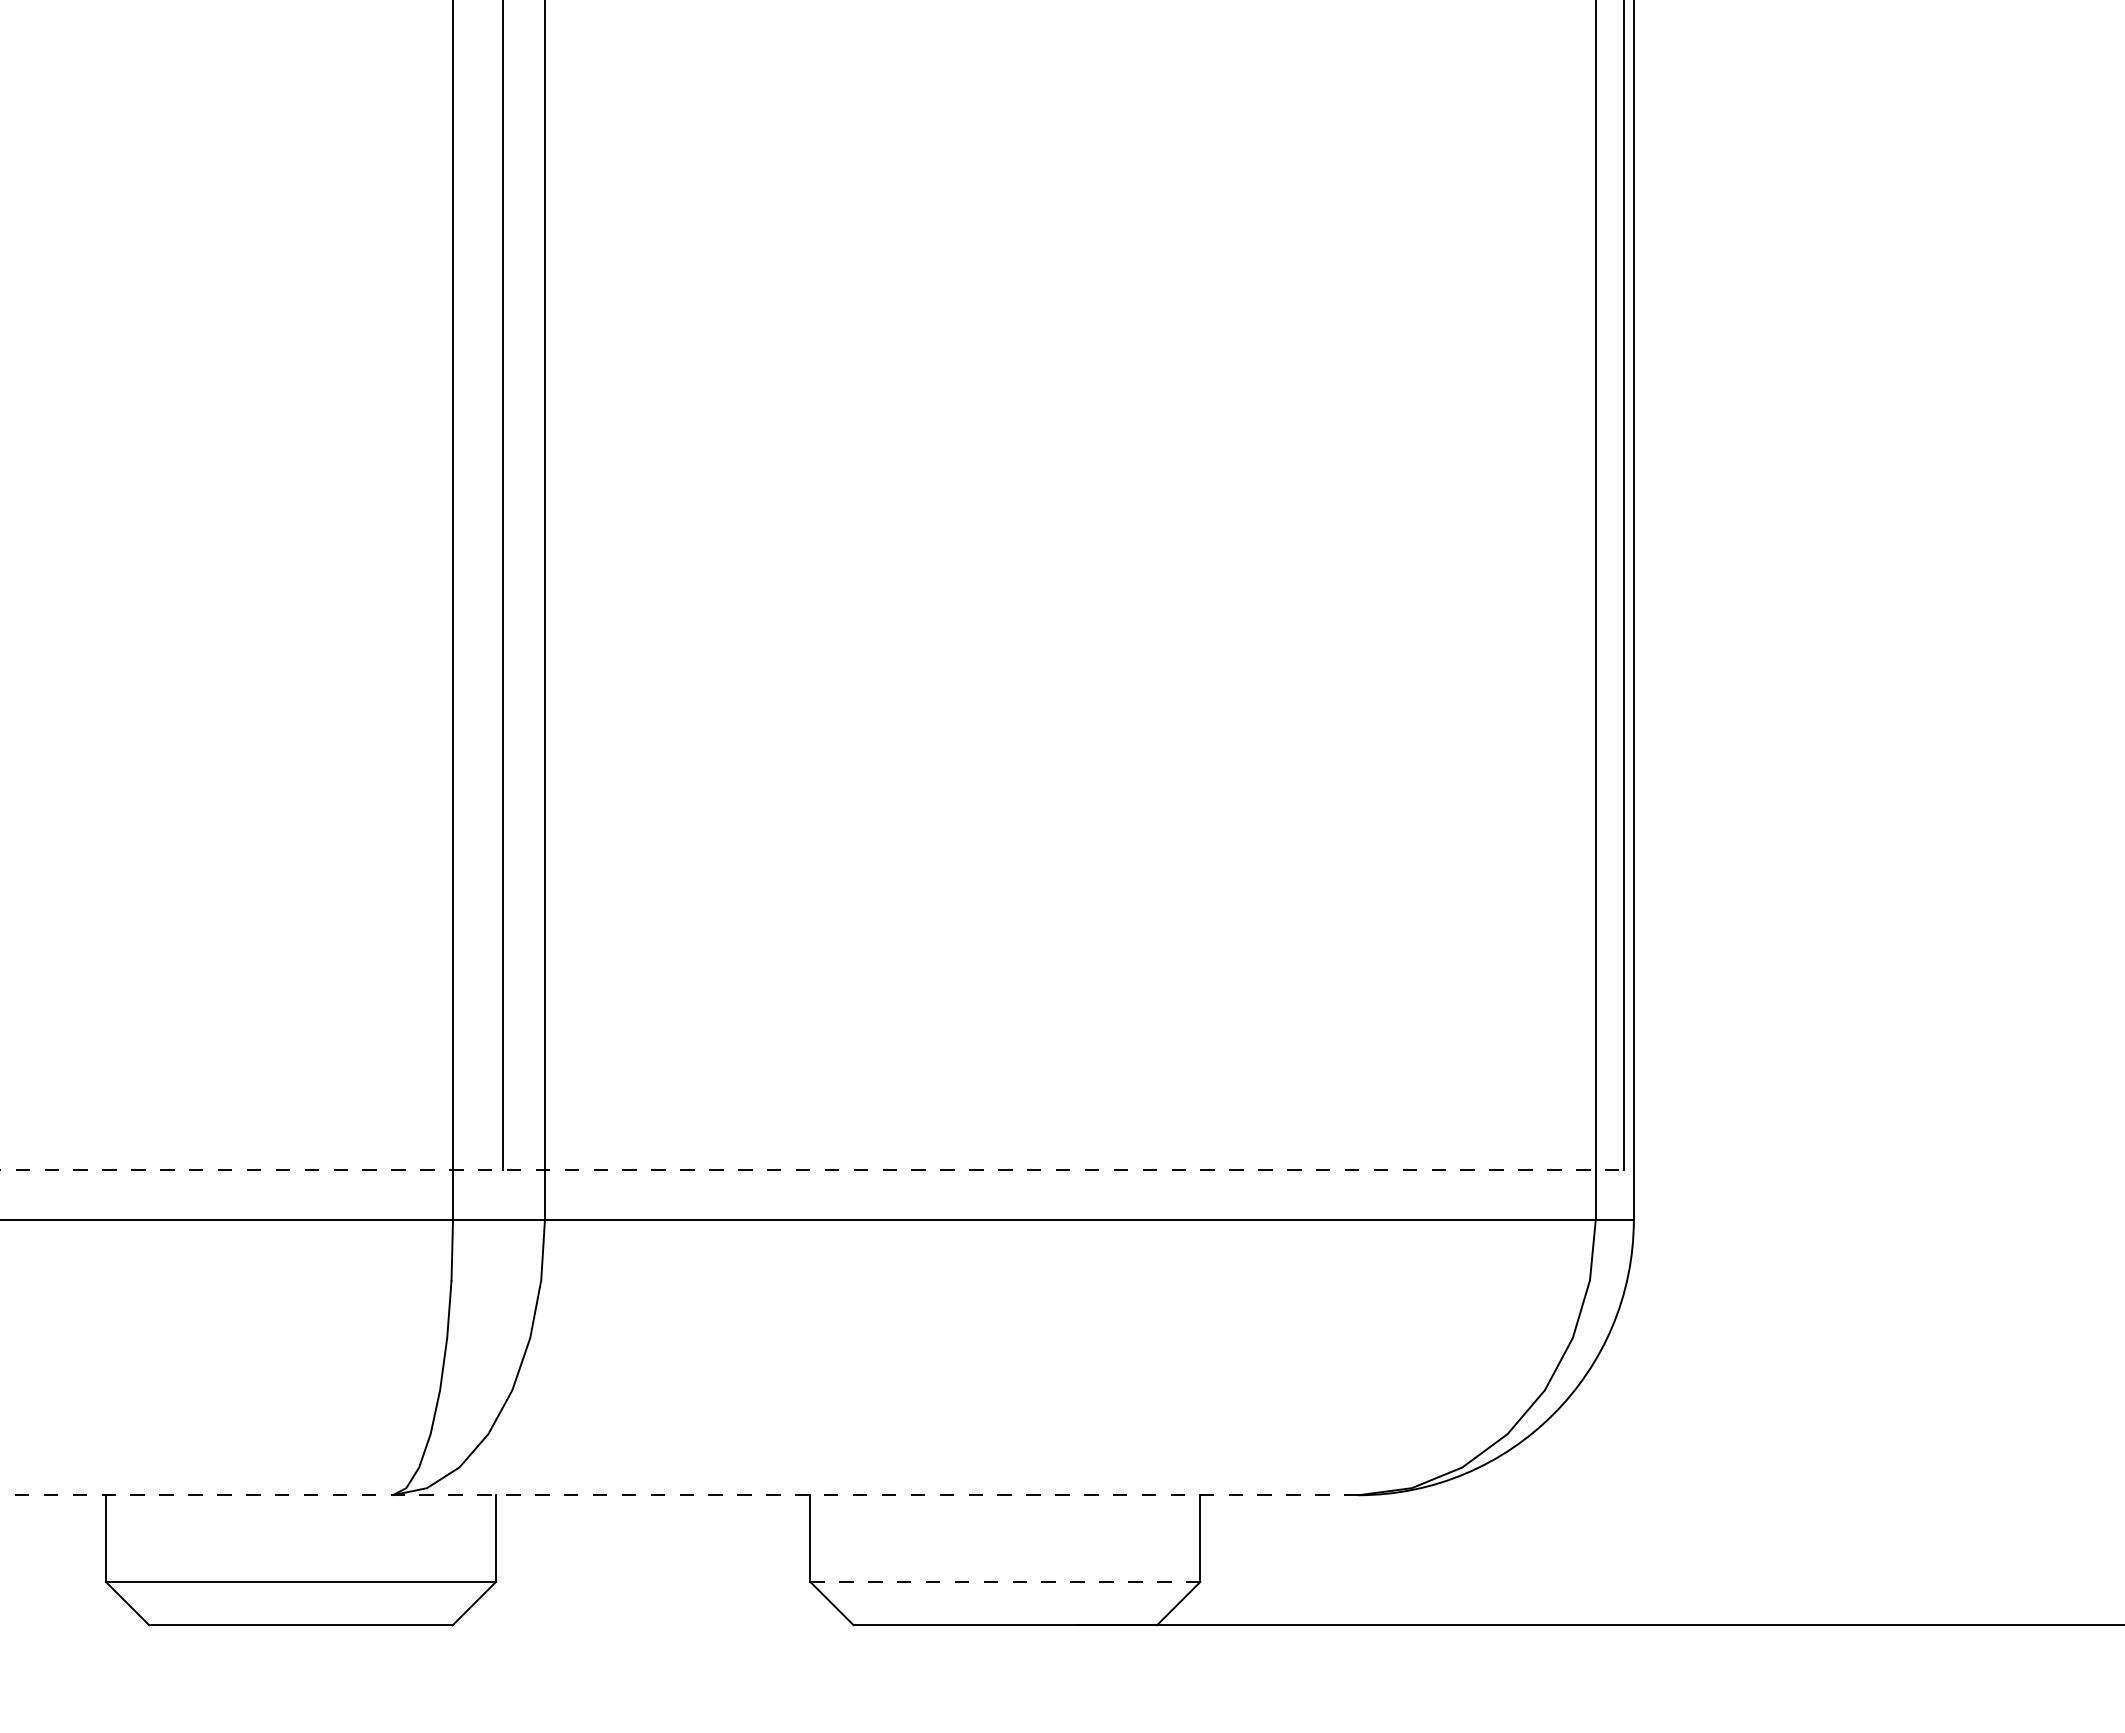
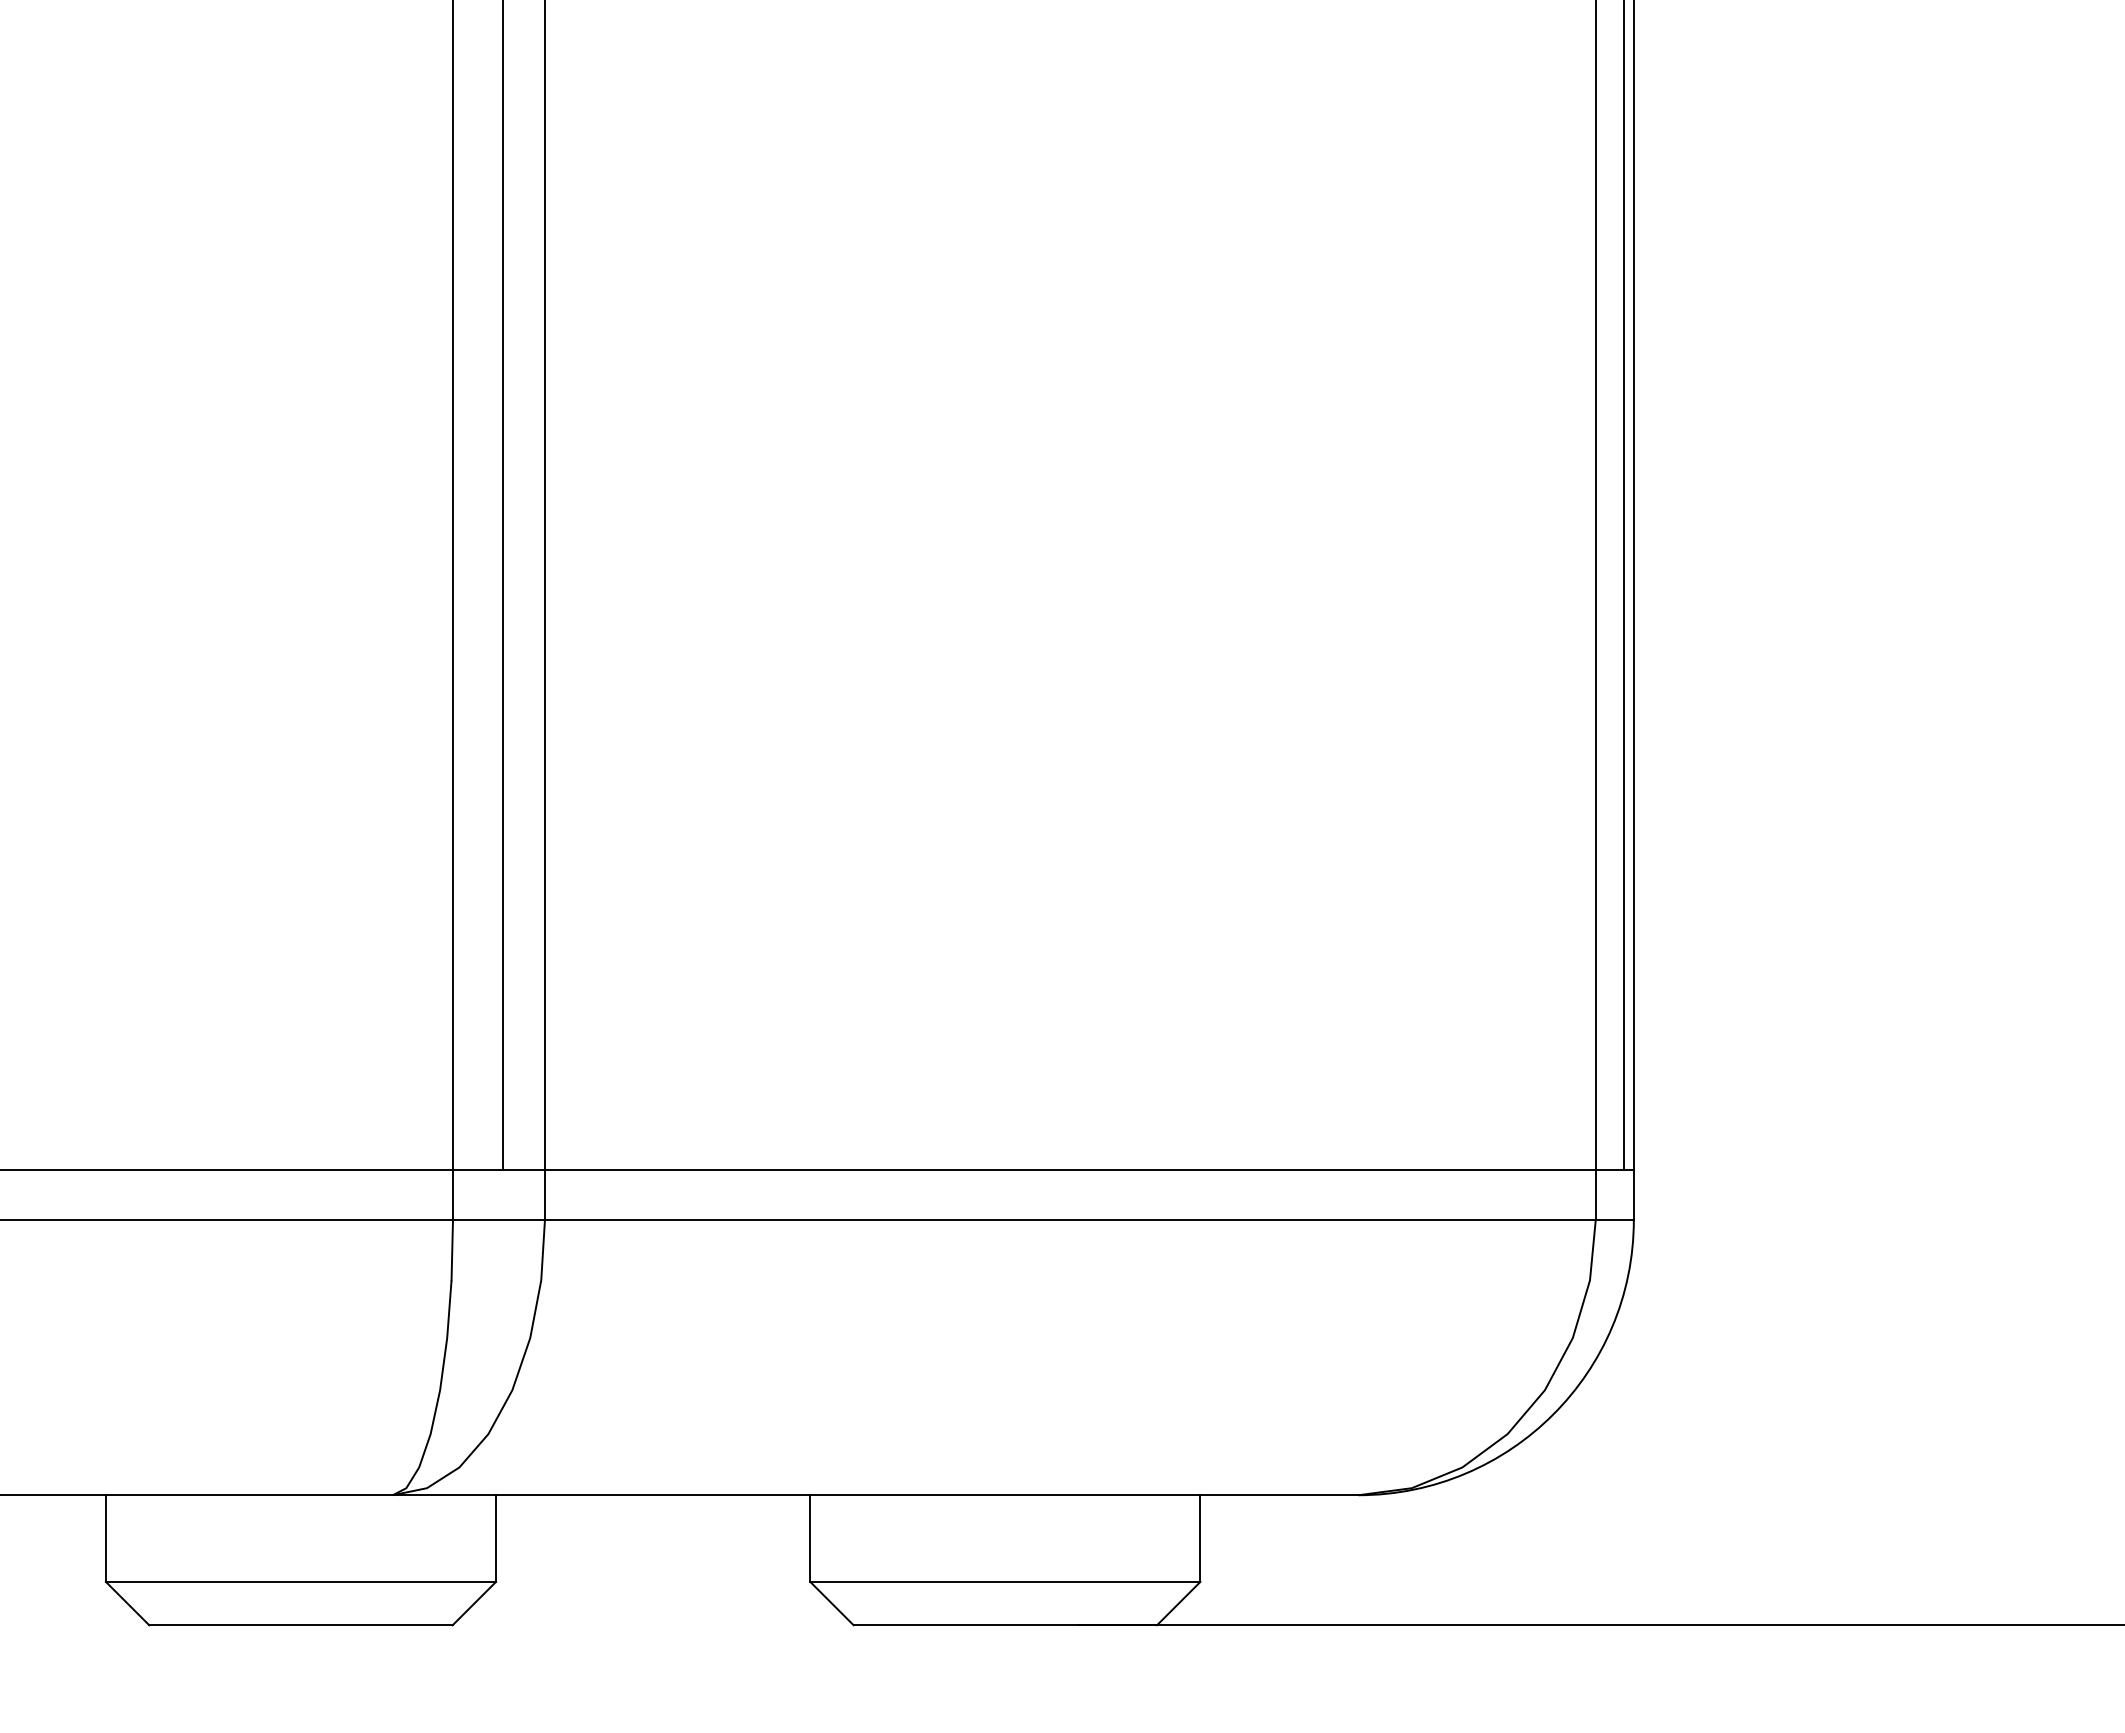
line at (817, 1170): dashed -> solid
line at (679, 1495): dashed -> solid
line at (1004, 1581): dashed -> solid
